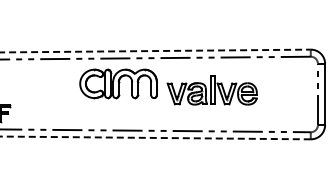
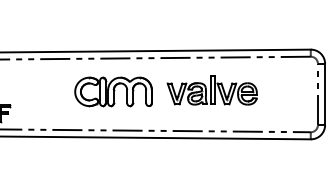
line at (155, 51): dashed -> solid
part at (118, 83) position: (118, 83) -> (113, 91)
line at (154, 137): dashed -> solid
